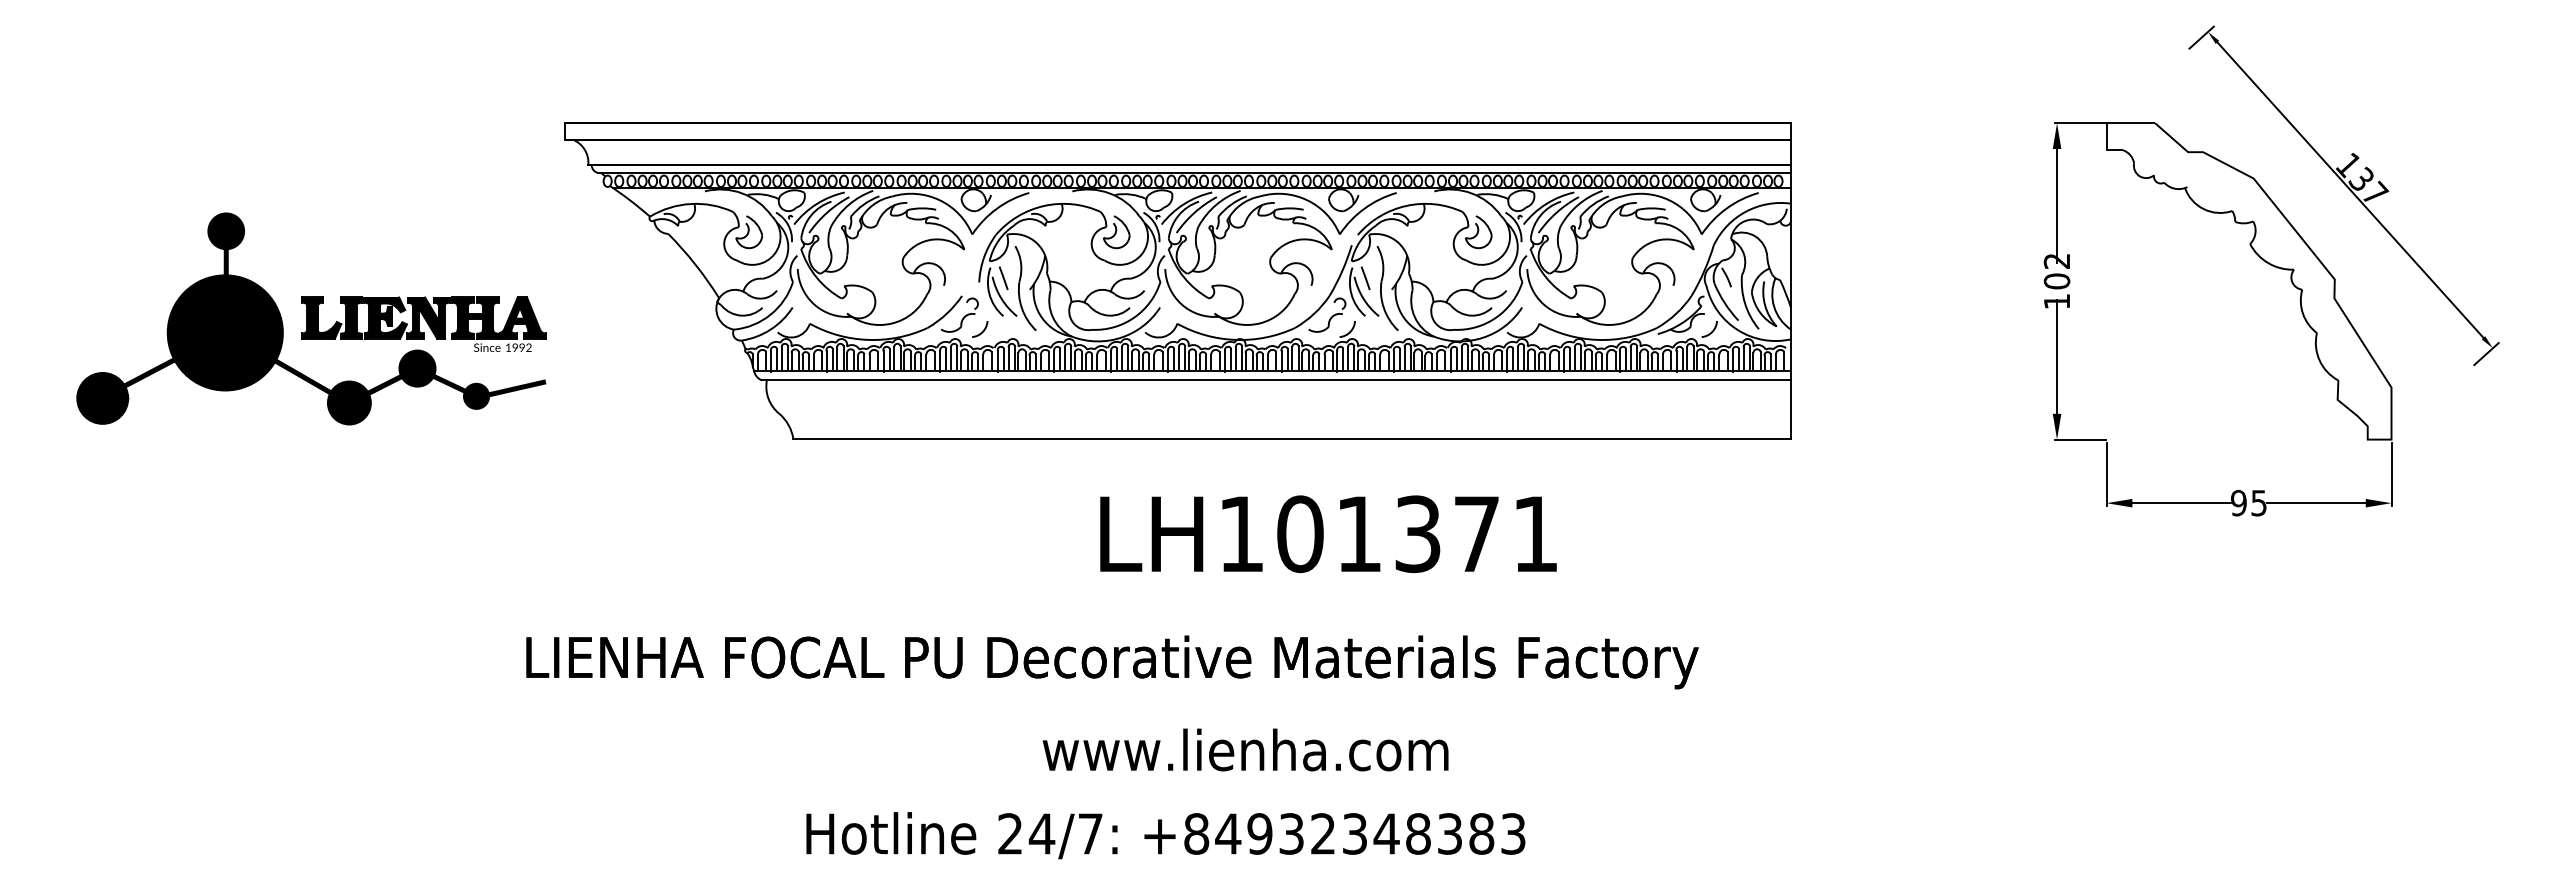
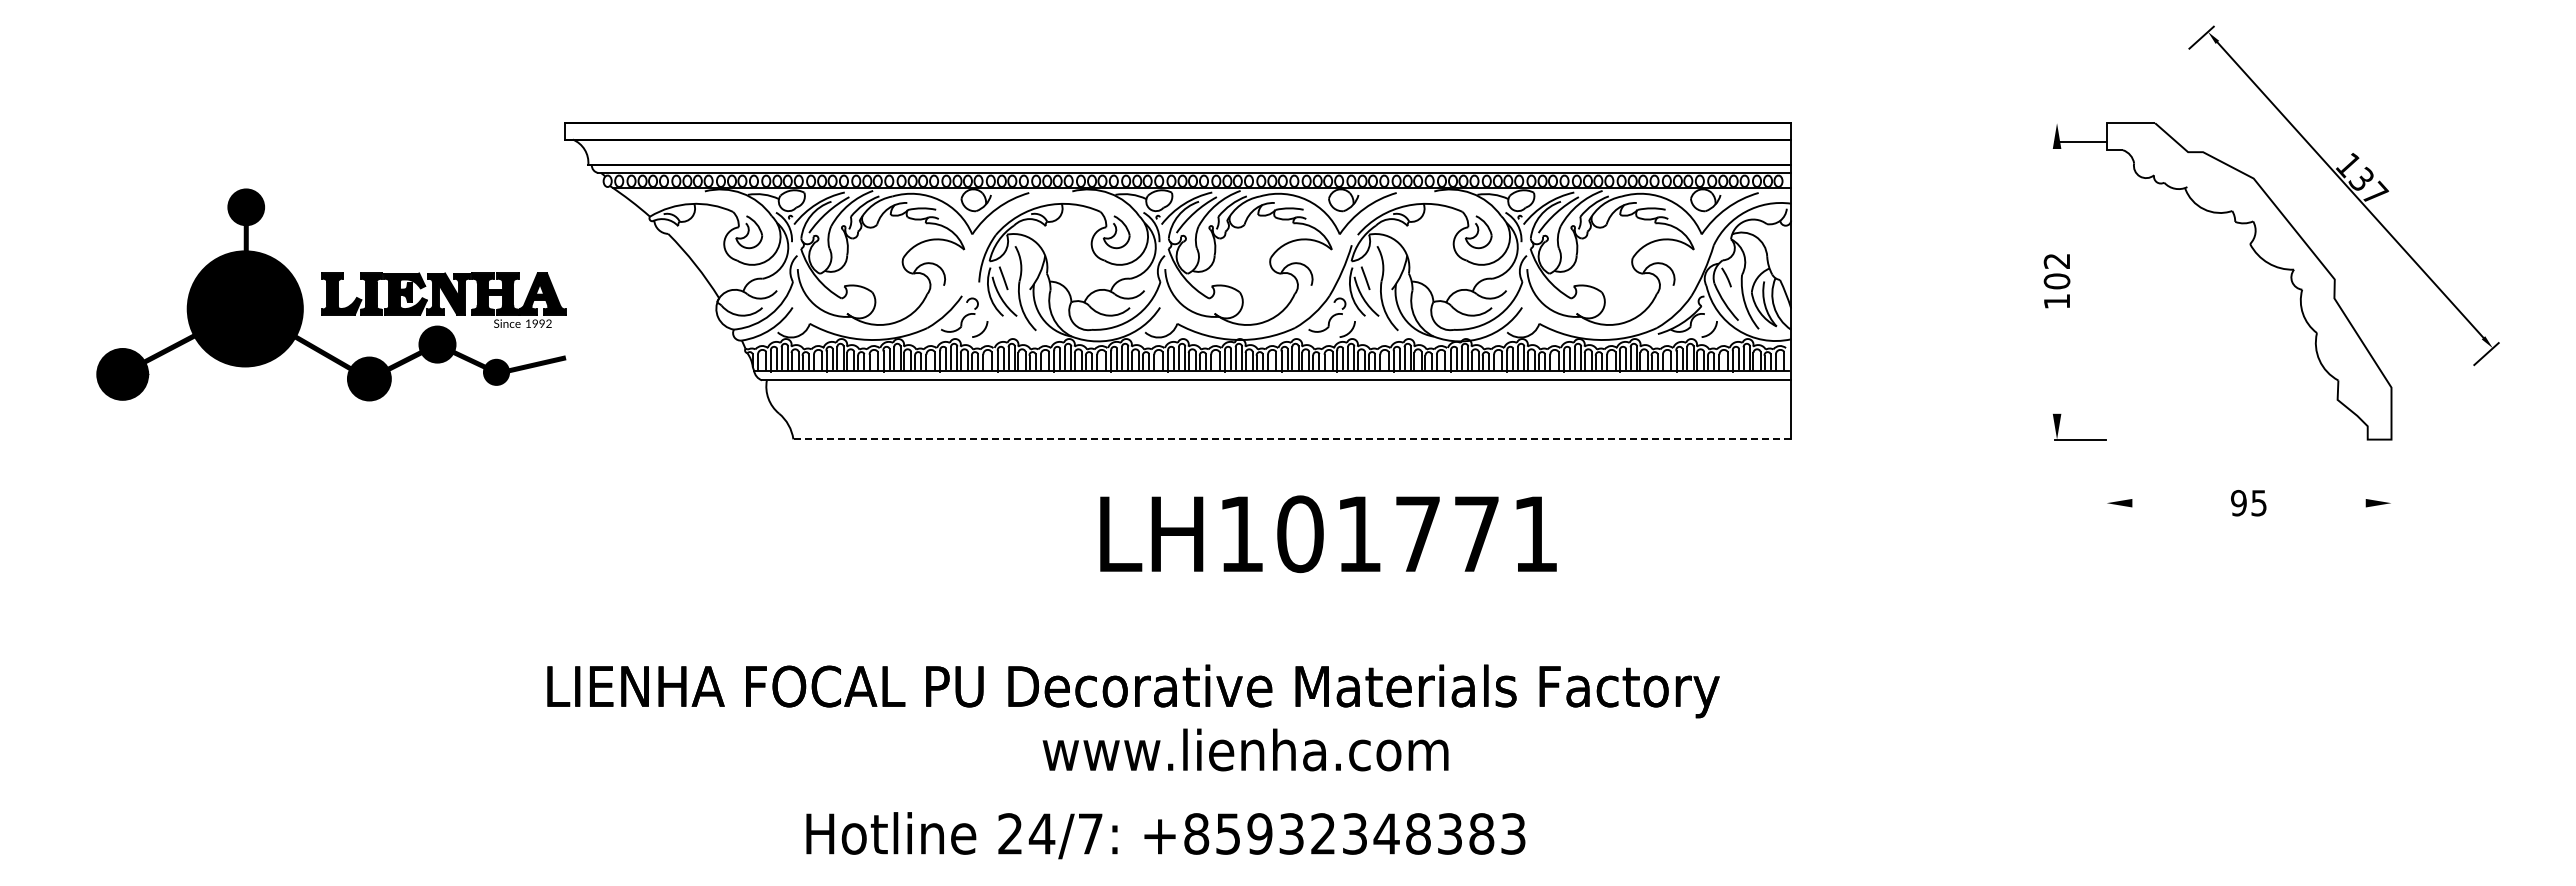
line at (2080, 123) position: (2080, 123) -> (2080, 142)
line at (2057, 205): present -> none
part at (311, 318) position: (311, 318) -> (331, 294)
line at (2057, 356): present -> none
line at (1292, 439): solid -> dashed
line at (2106, 473): present -> none
line at (2391, 473): present -> none
line at (2181, 503): present -> none
line at (2316, 503): present -> none
text at (1417, 534): LH101371 -> LH101771
text at (1112, 662) position: (1112, 662) -> (1133, 691)
text at (1228, 833): +84932348383 -> +85932348383
